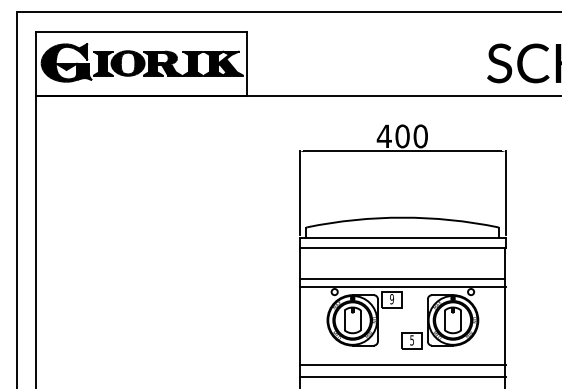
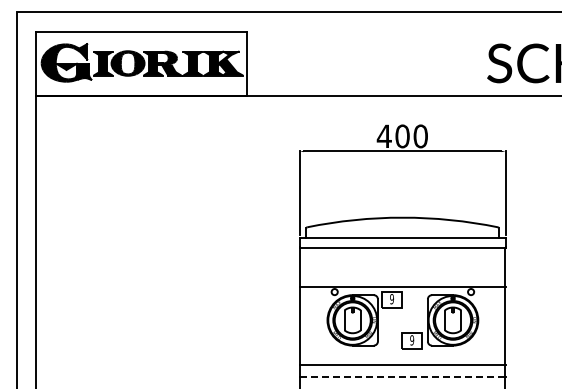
line at (402, 278): present -> none
text at (412, 340): 5 -> 9
line at (402, 376): solid -> dashed
